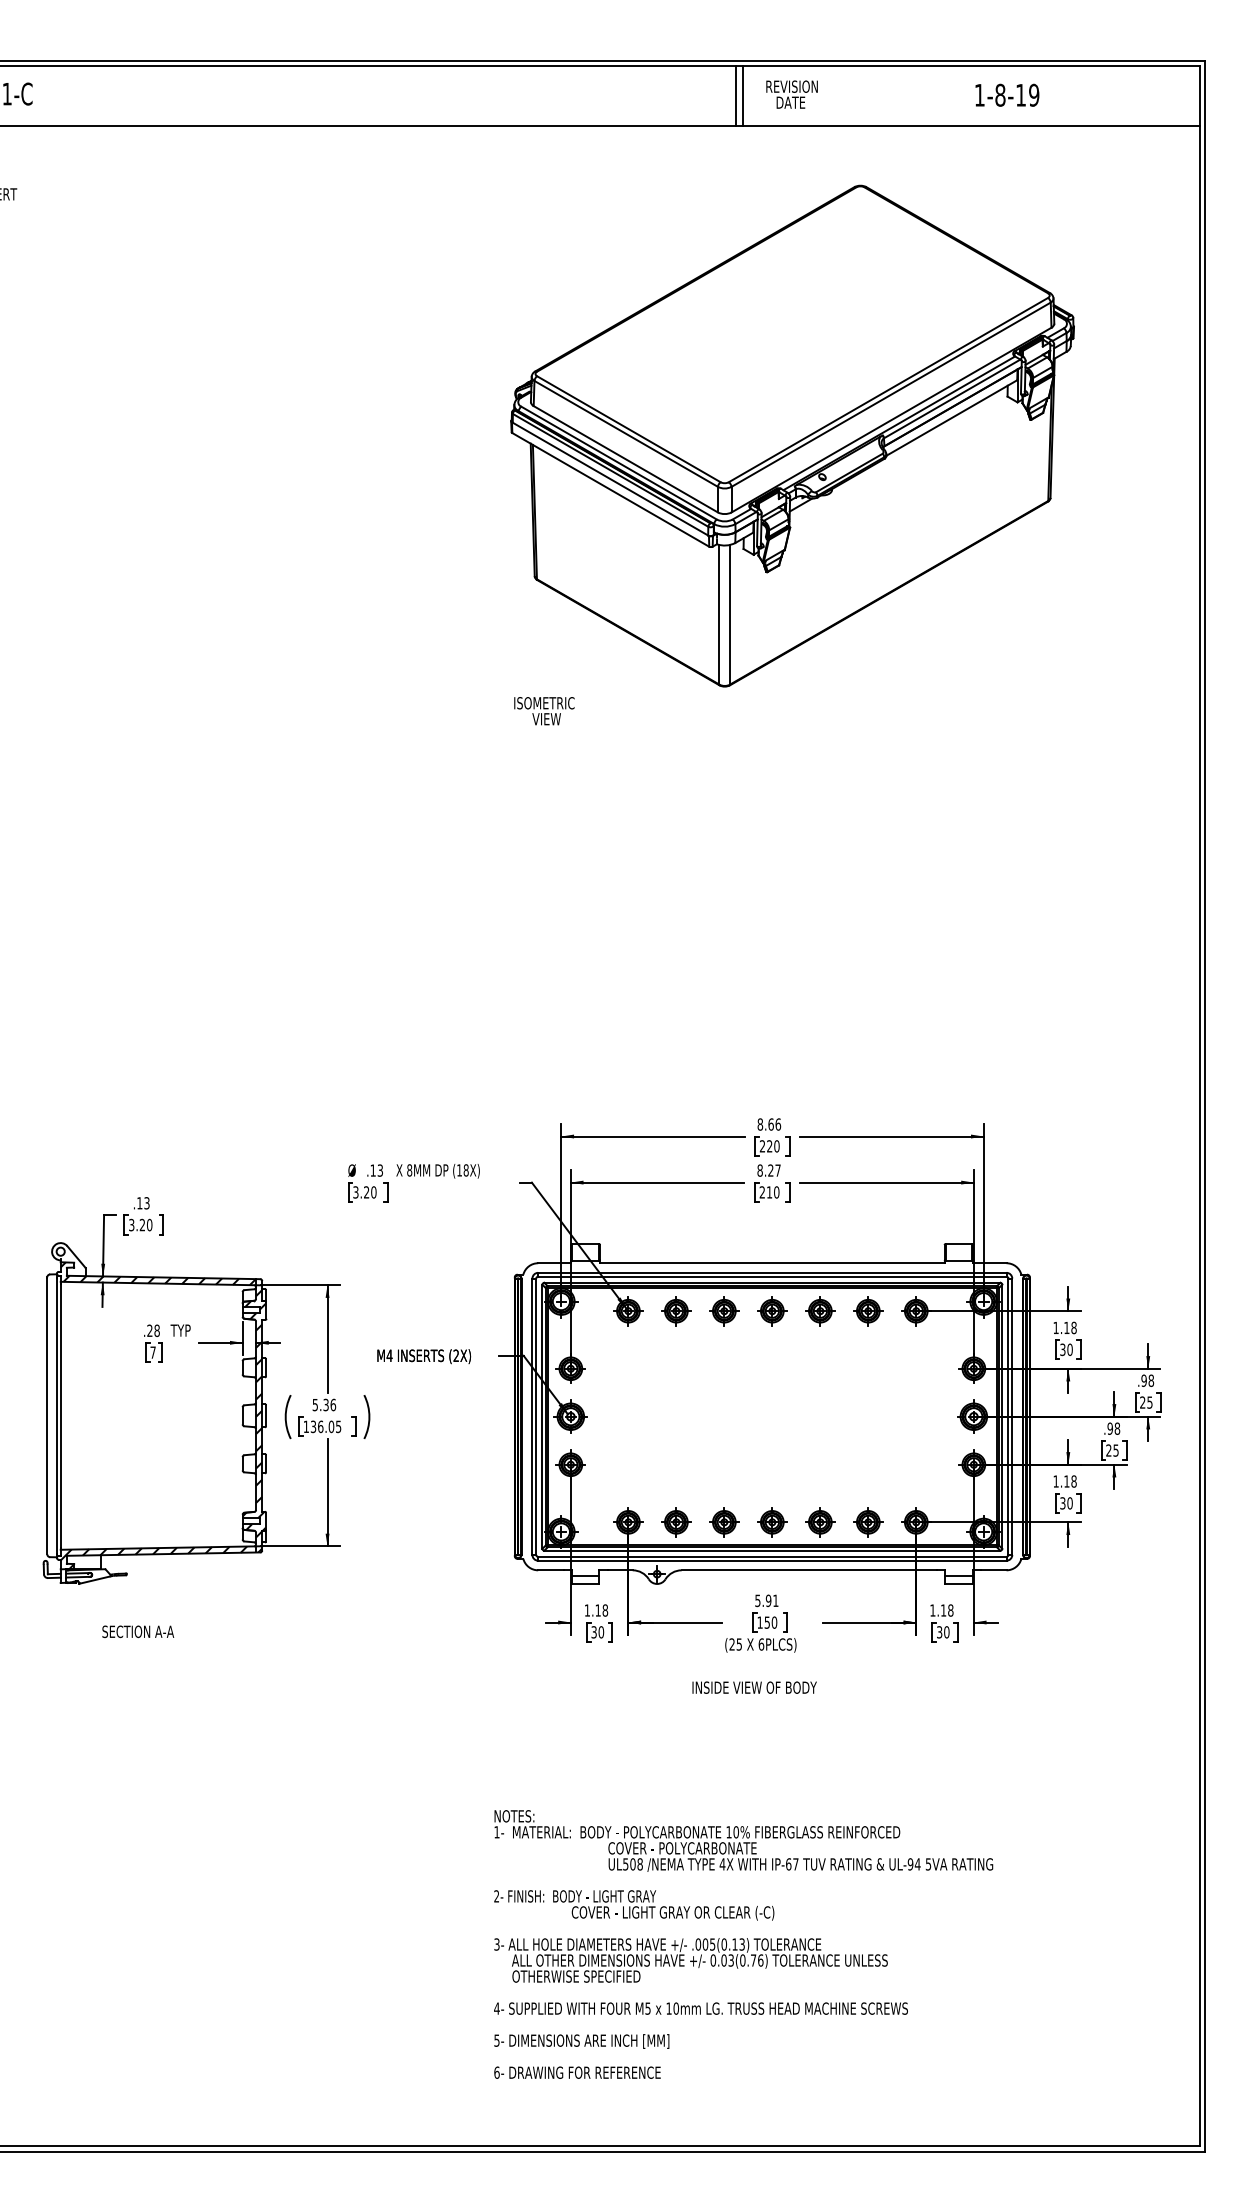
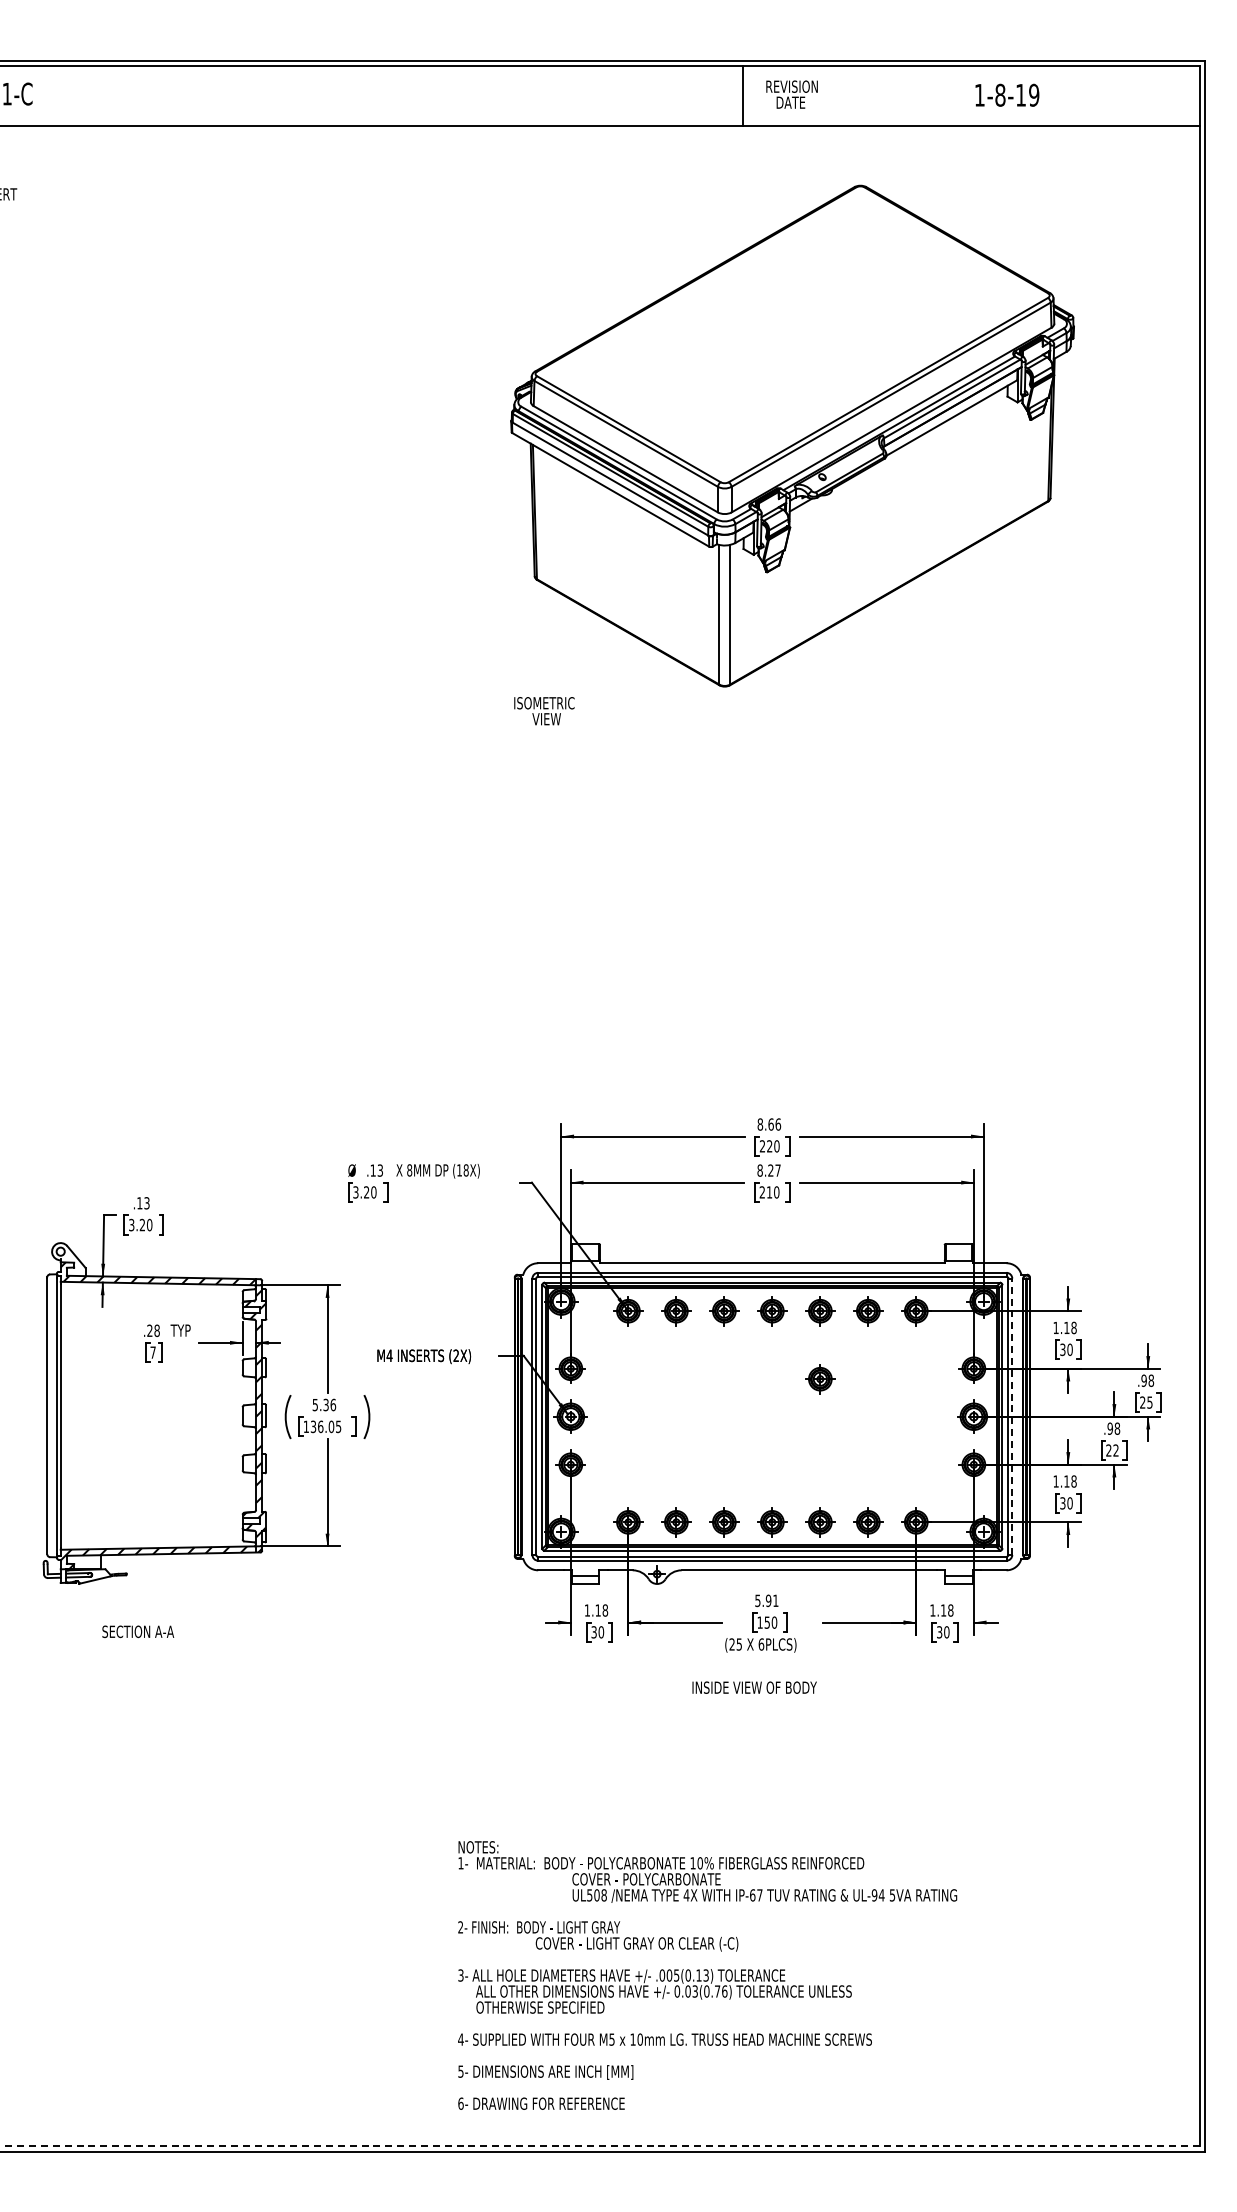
line at (736, 95): present -> none
part at (820, 1379): none -> present
line at (1012, 1416): solid -> dashed
text at (1115, 1450): 25 -> 22
text at (743, 1944) position: (743, 1944) -> (707, 1975)
line at (599, 2145): solid -> dashed
